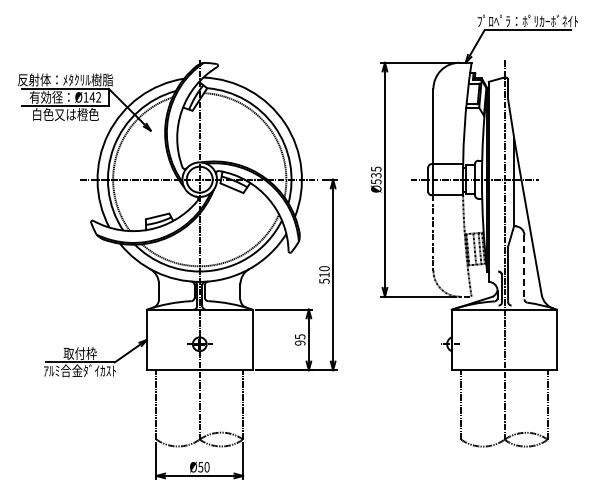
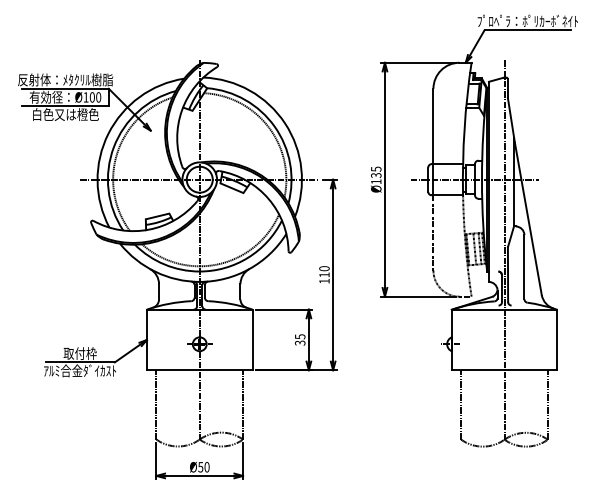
text at (95, 97): Ø142 -> Ø100
text at (376, 181): Ø535 -> Ø135
line at (524, 267): dashed -> solid
text at (324, 280): 510 -> 110
text at (300, 342): 95 -> 35
